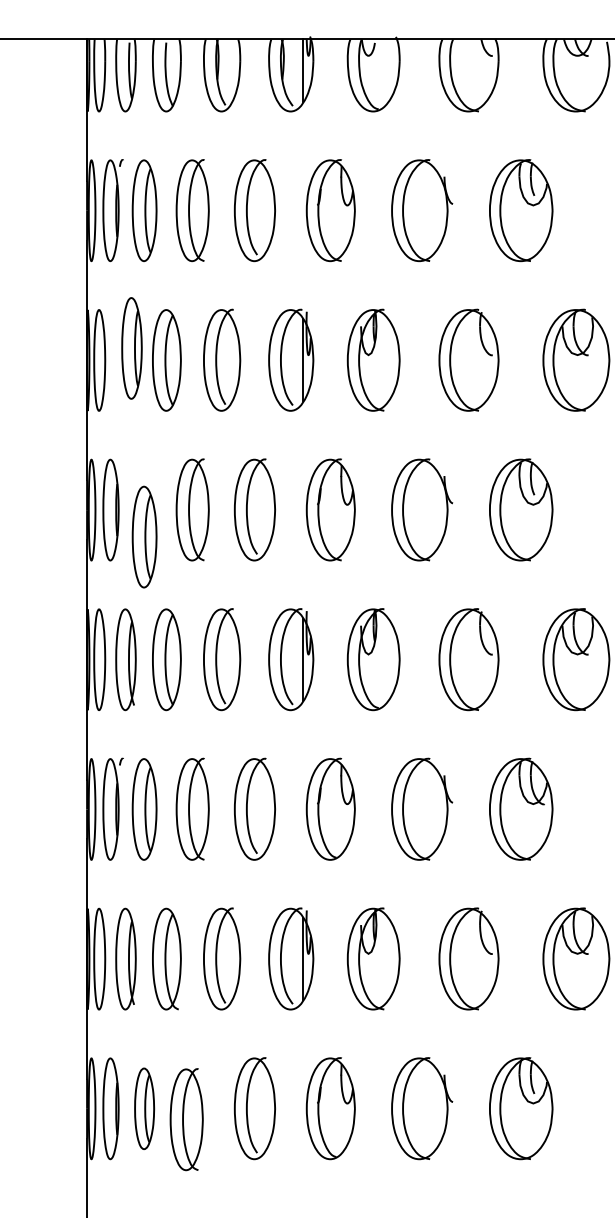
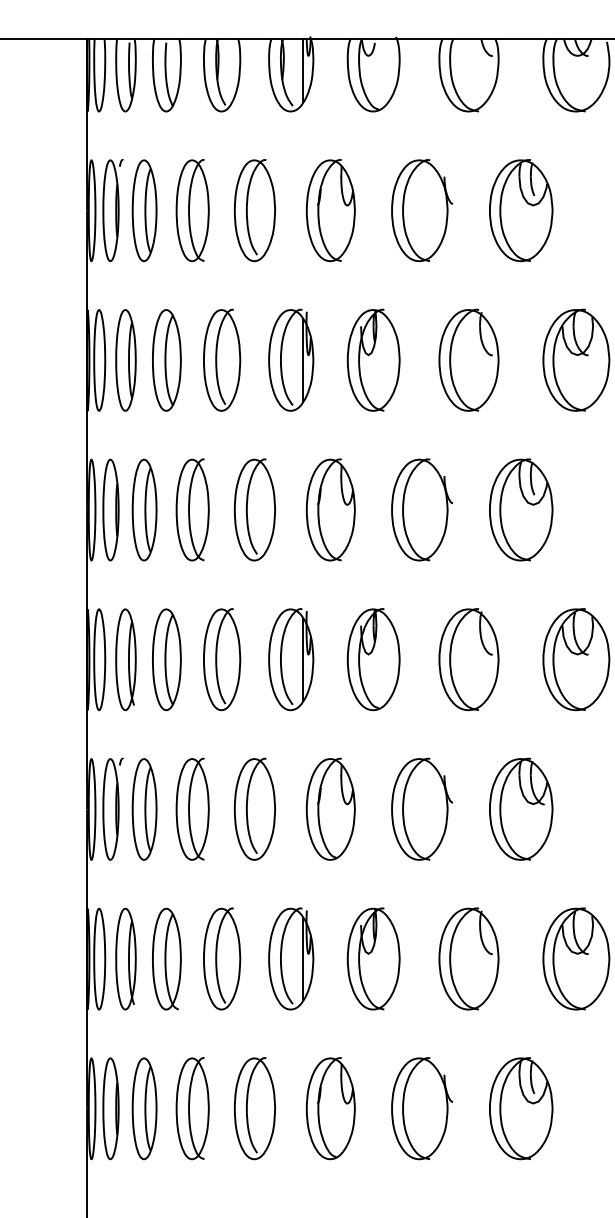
part at (131, 348) position: (131, 348) -> (125, 360)
part at (144, 536) position: (144, 536) -> (144, 509)
part at (144, 1108) size: 22x83 px -> 27x104 px
part at (186, 1119) position: (186, 1119) -> (192, 1108)
